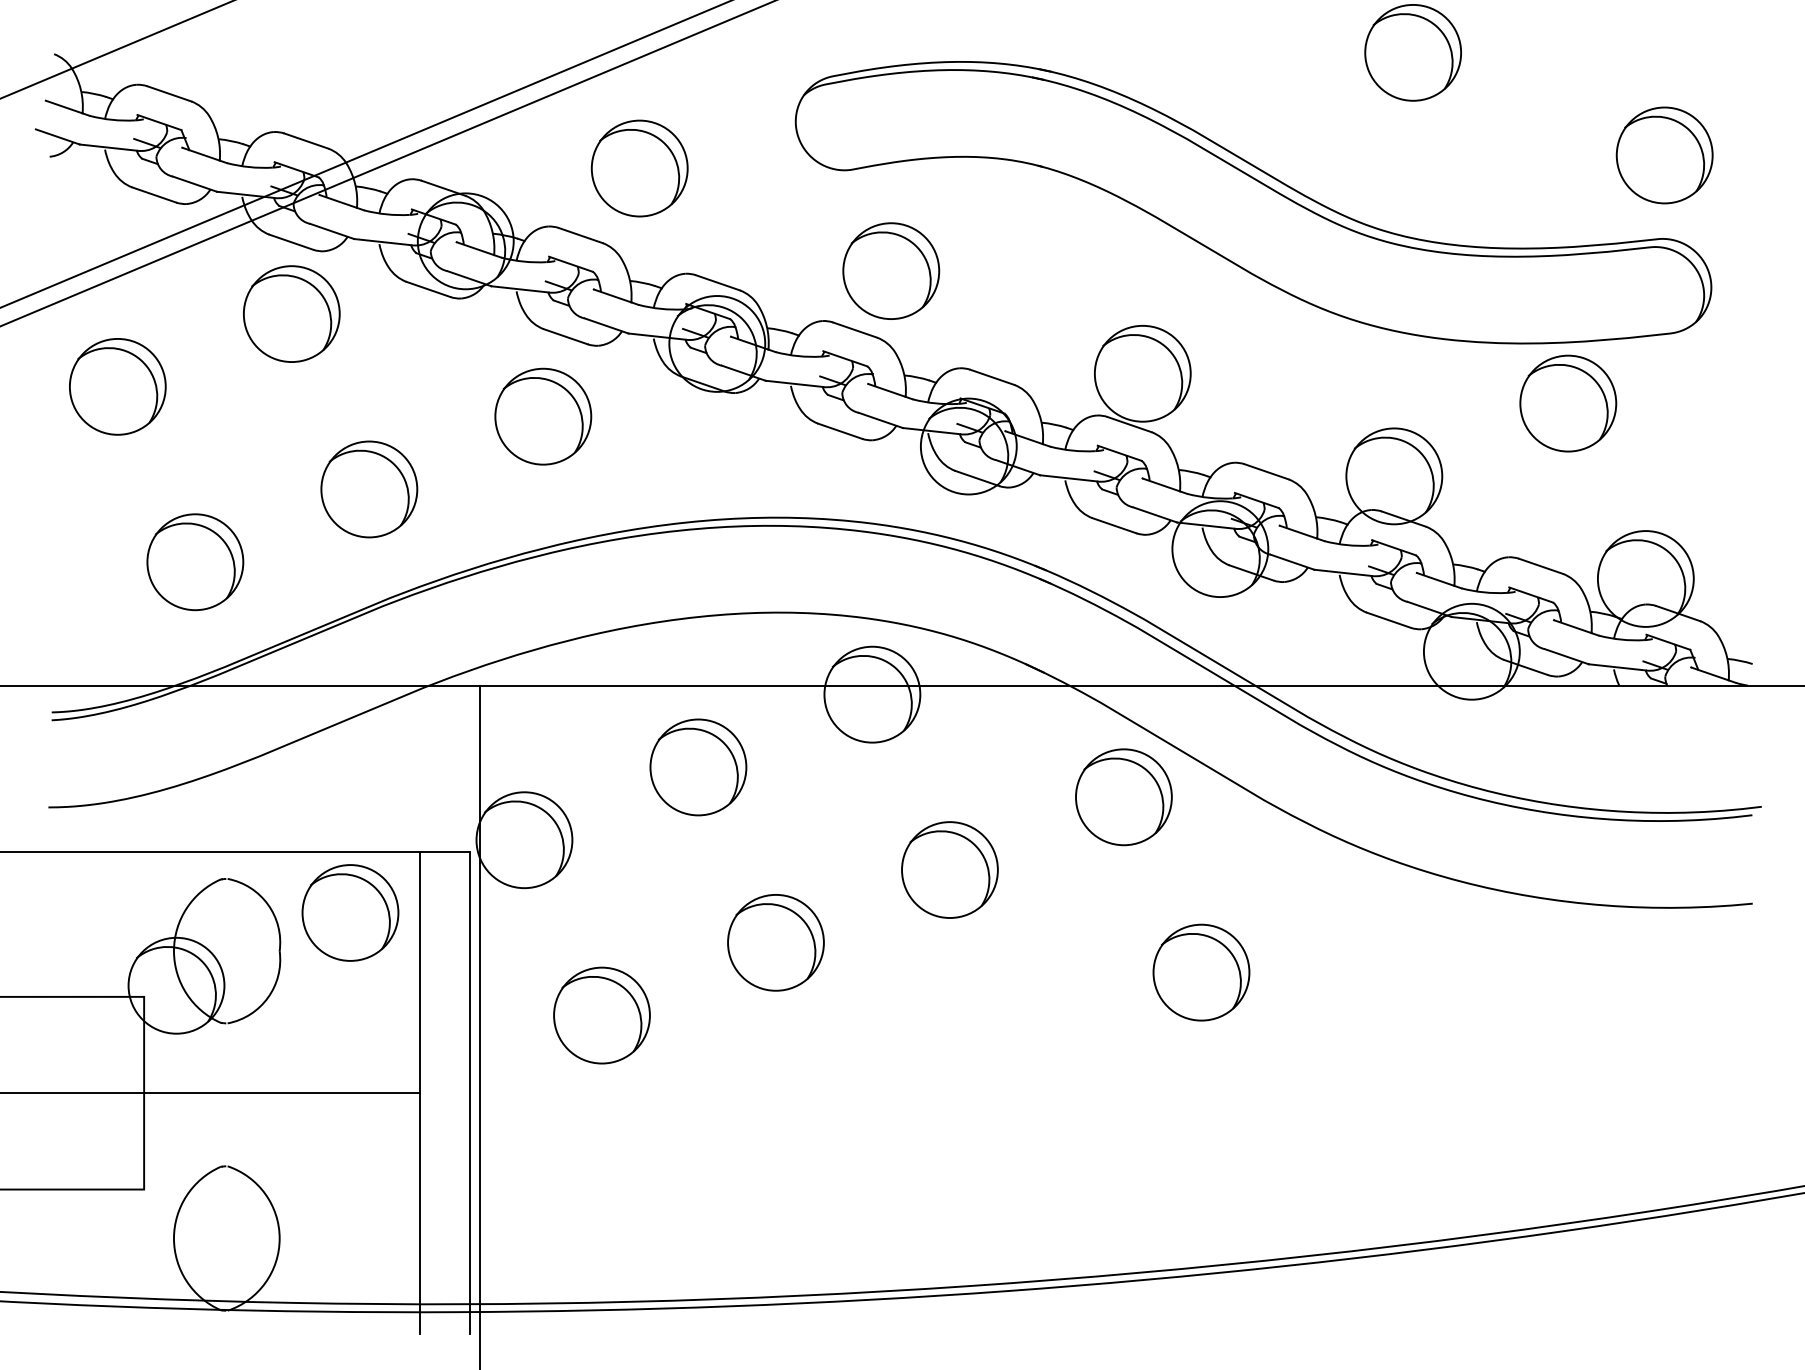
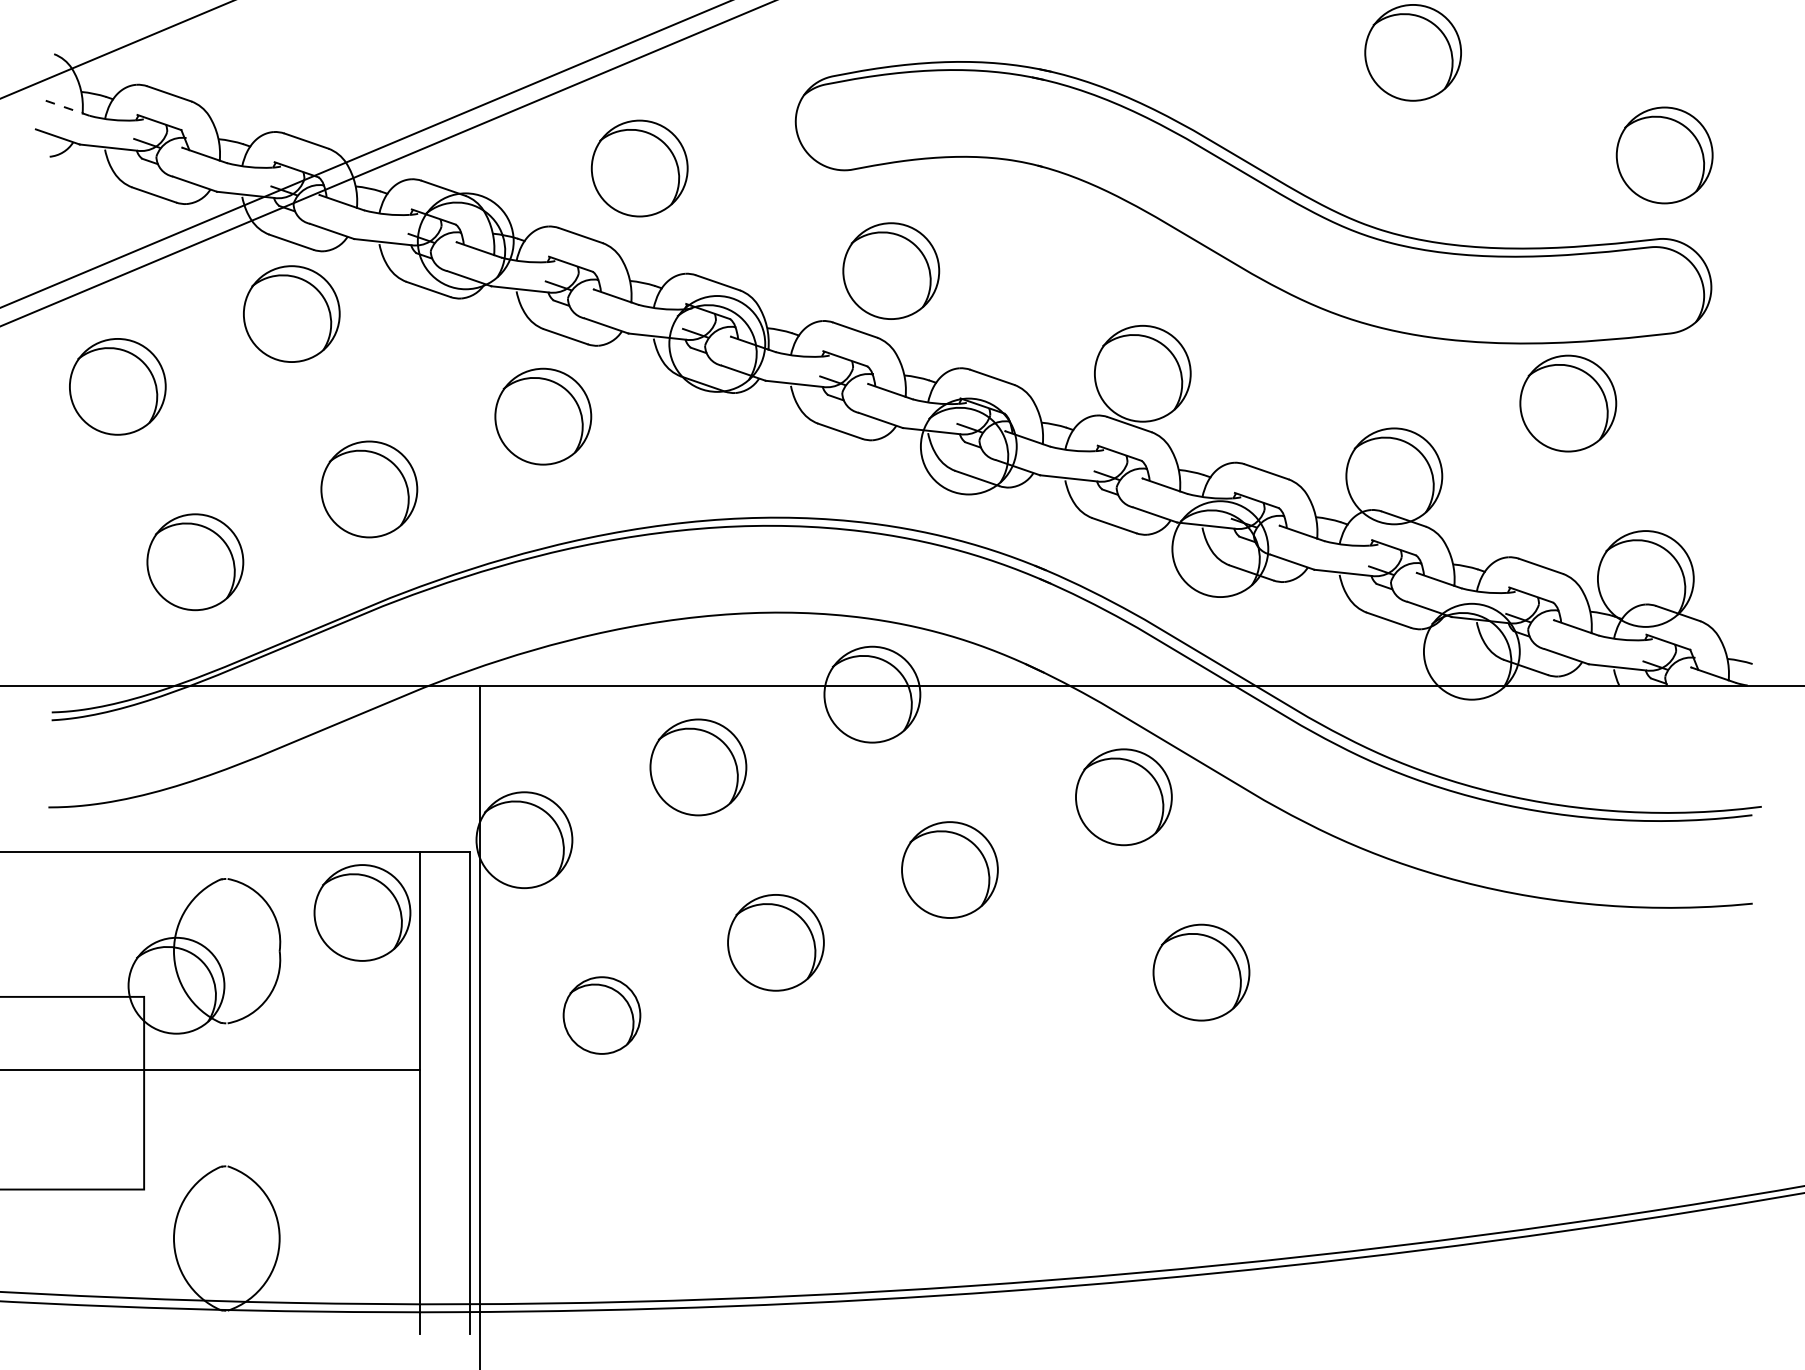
line at (68, 108): solid -> dashed
part at (350, 912) position: (350, 912) -> (362, 912)
part at (601, 1015) size: 98x99 px -> 80x79 px
line at (210, 1093) position: (210, 1093) -> (210, 1070)
